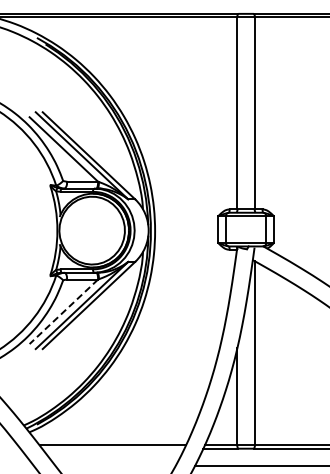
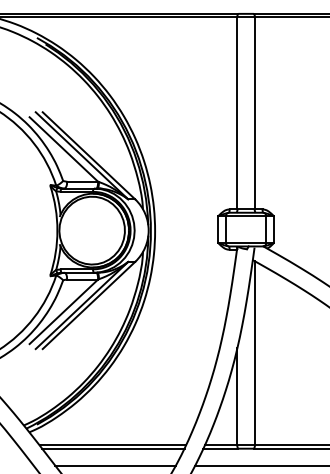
line at (63, 312): dashed -> solid
line at (113, 448): none -> present
line at (114, 465): none -> present
